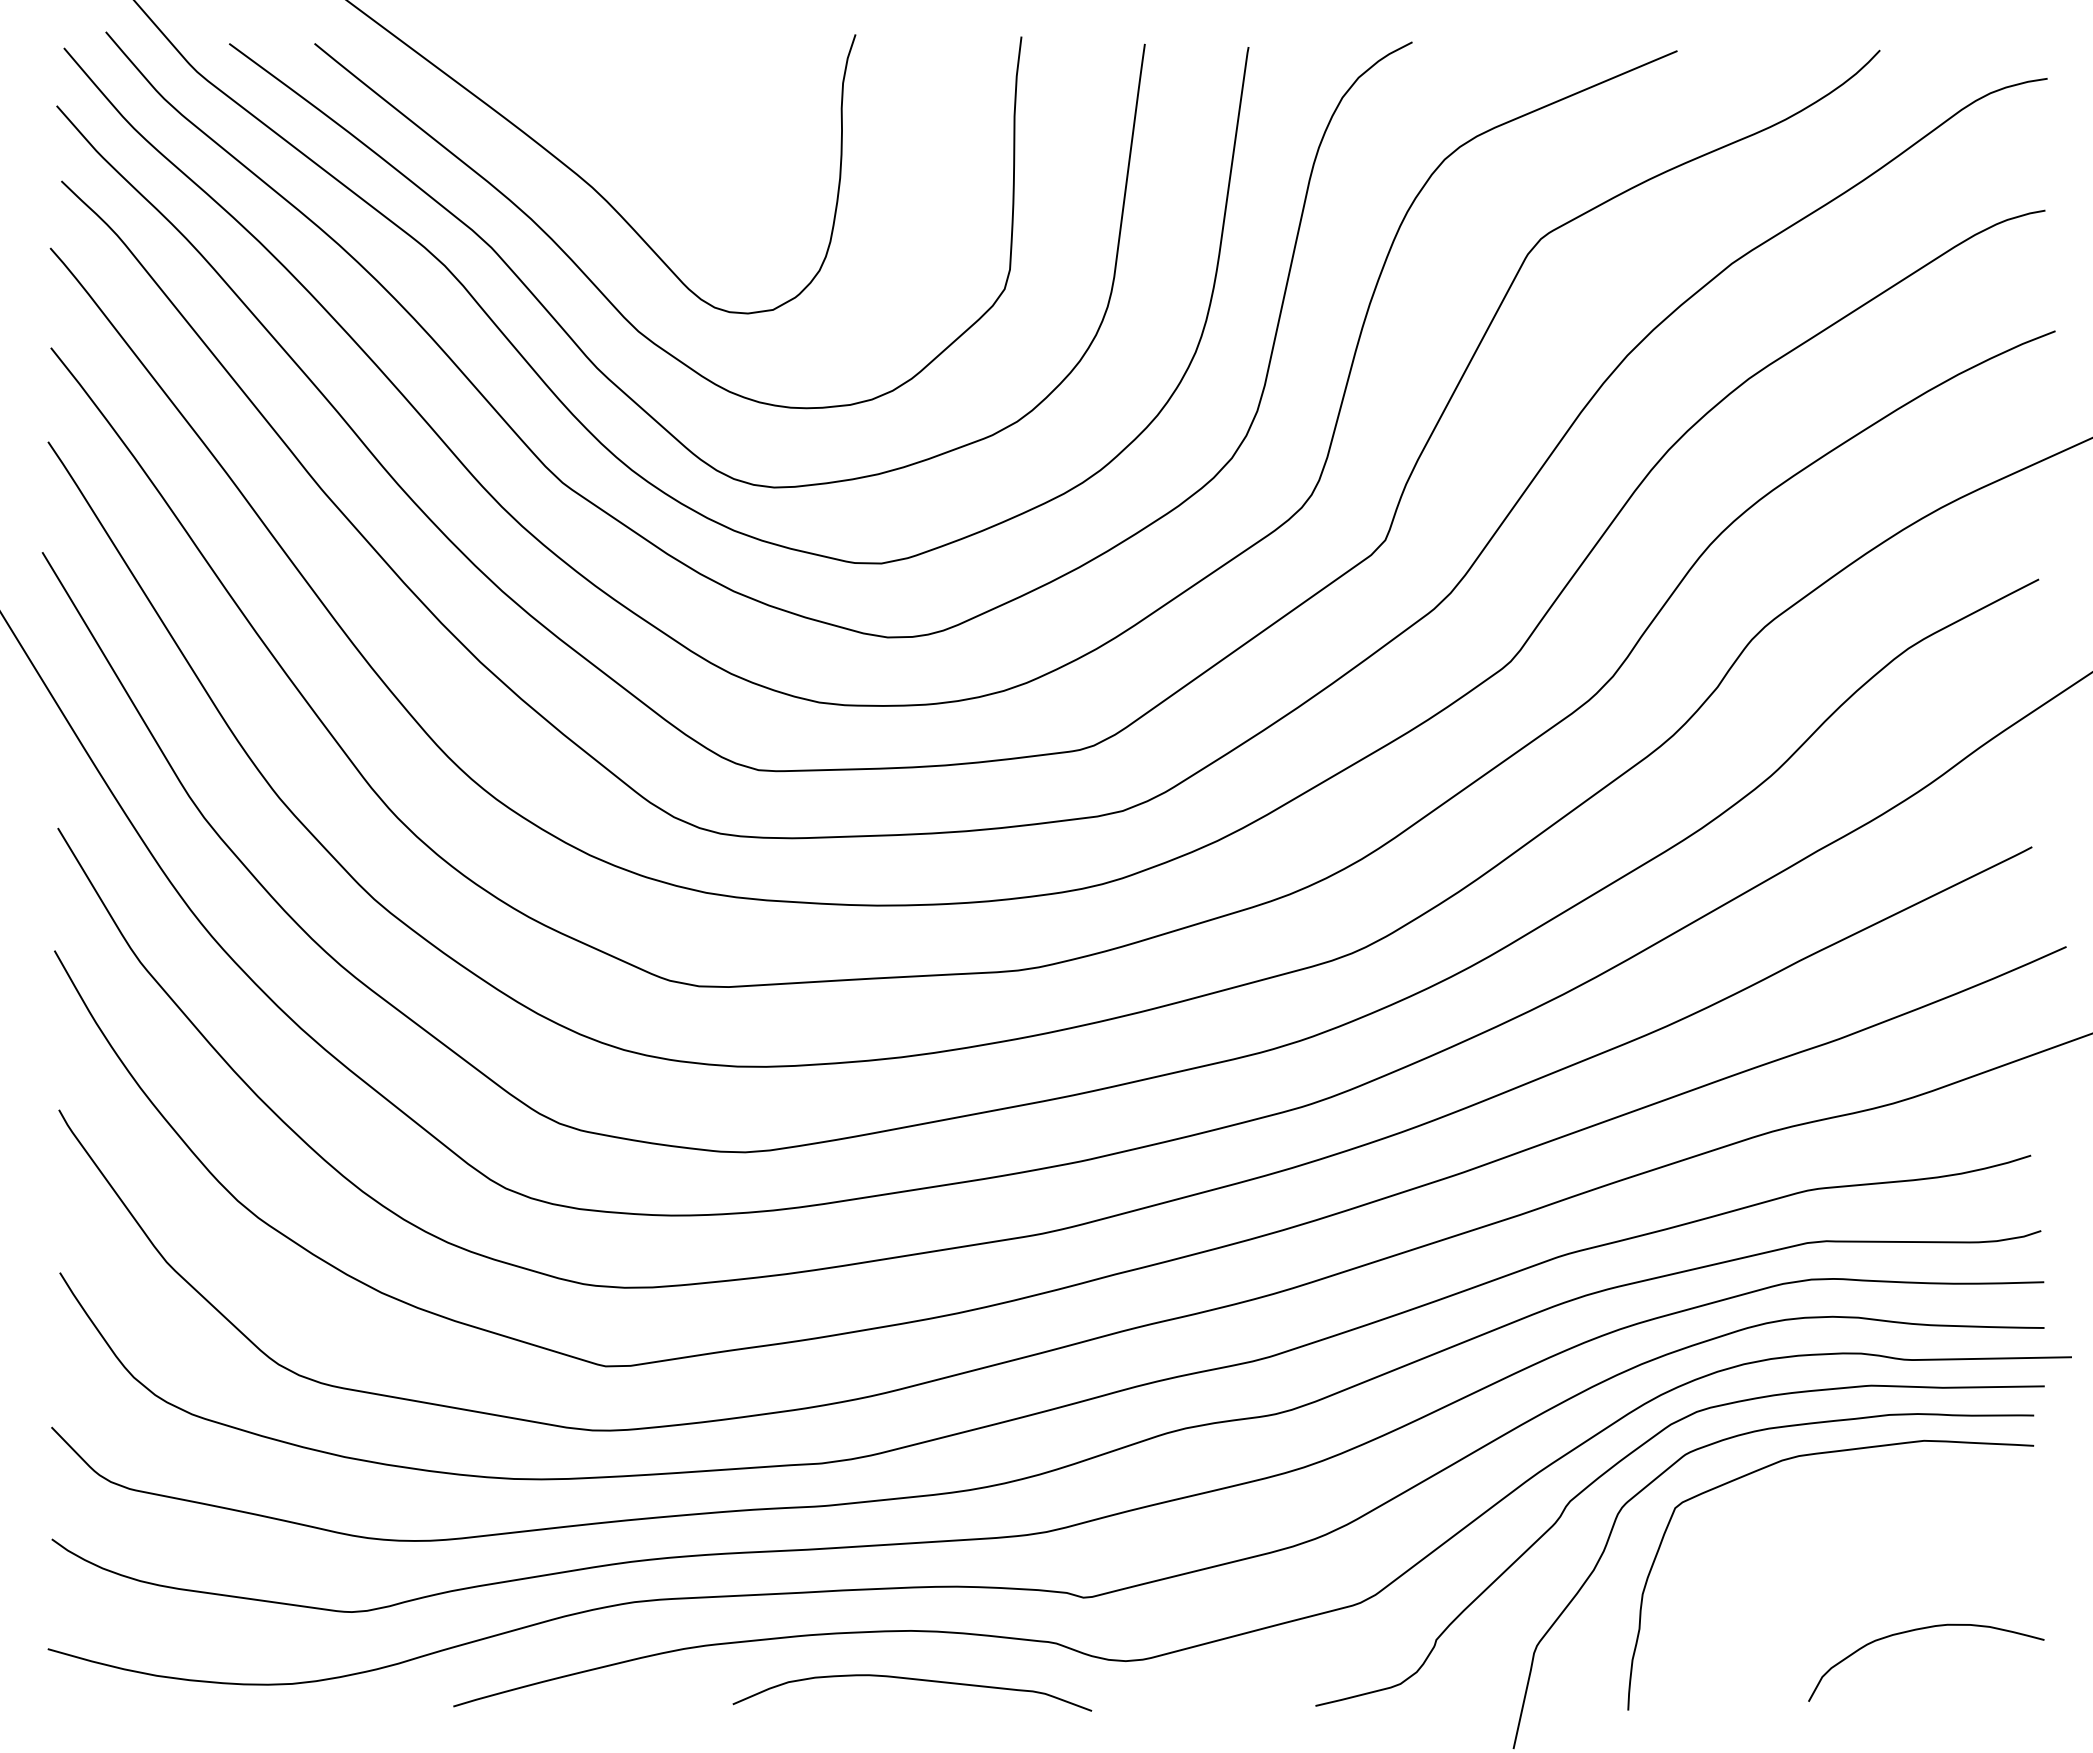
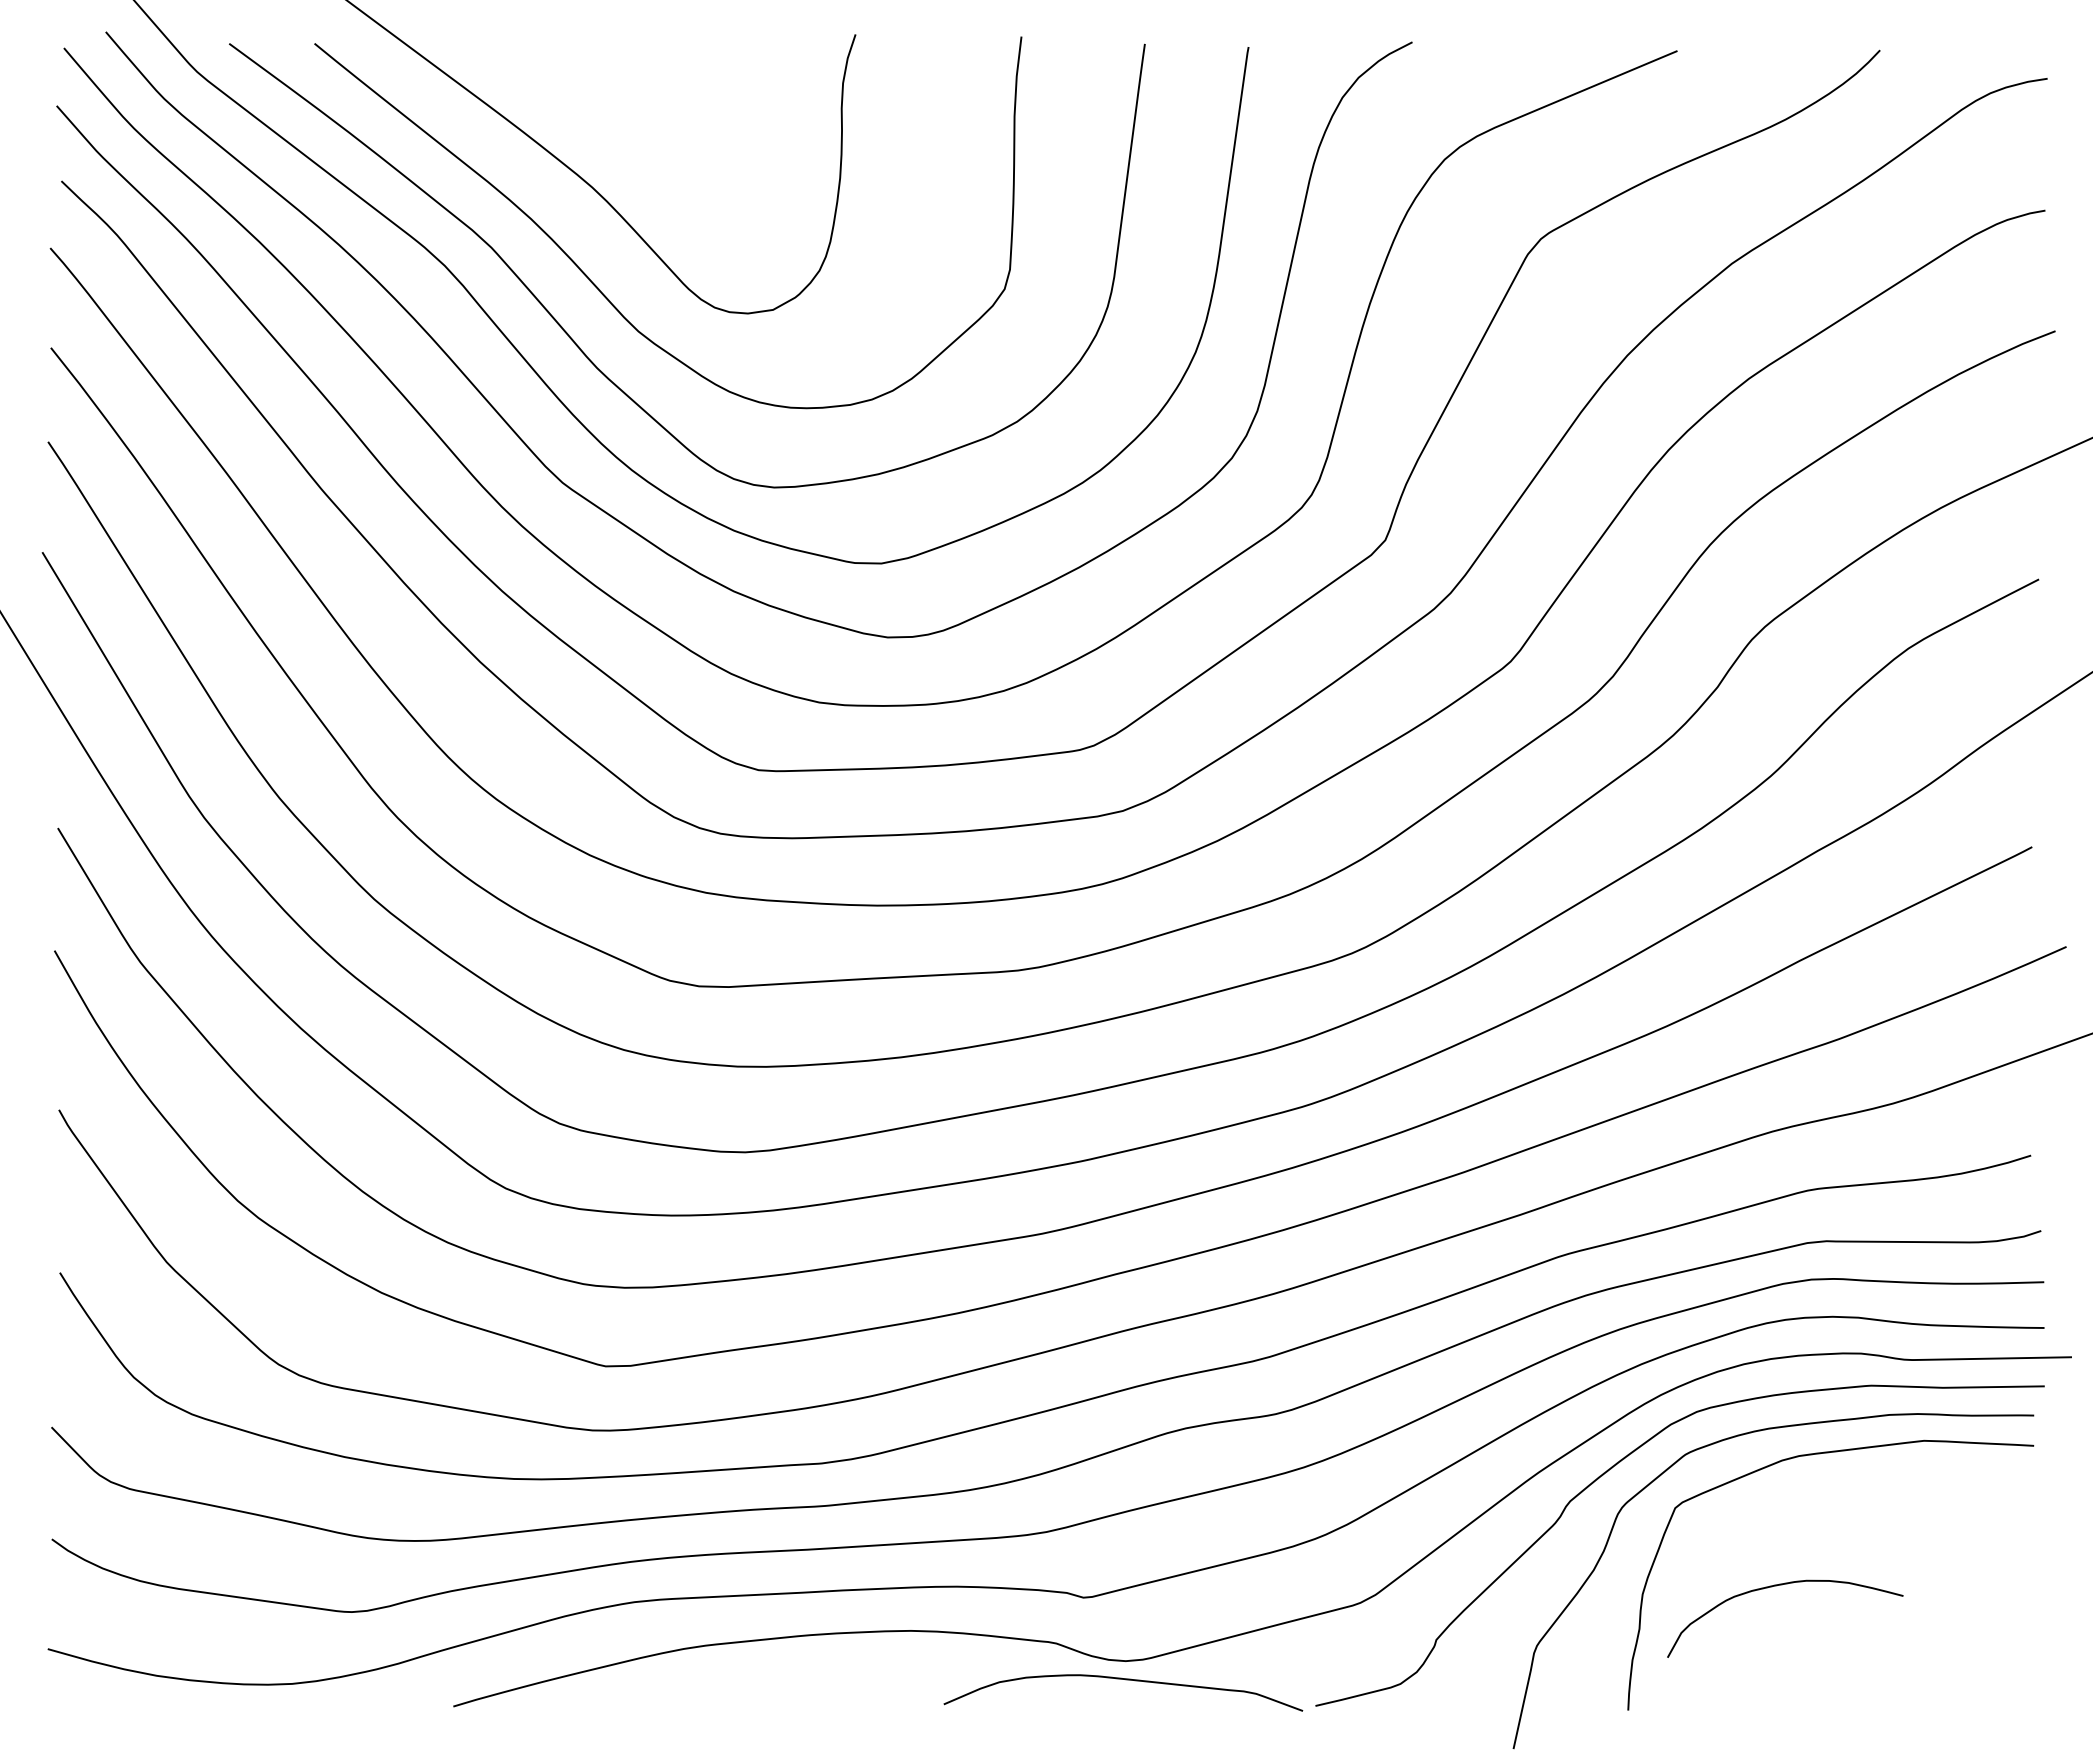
curve at (1923, 1629) position: (1923, 1629) -> (1782, 1585)
curve at (914, 1680) position: (914, 1680) -> (1125, 1680)
